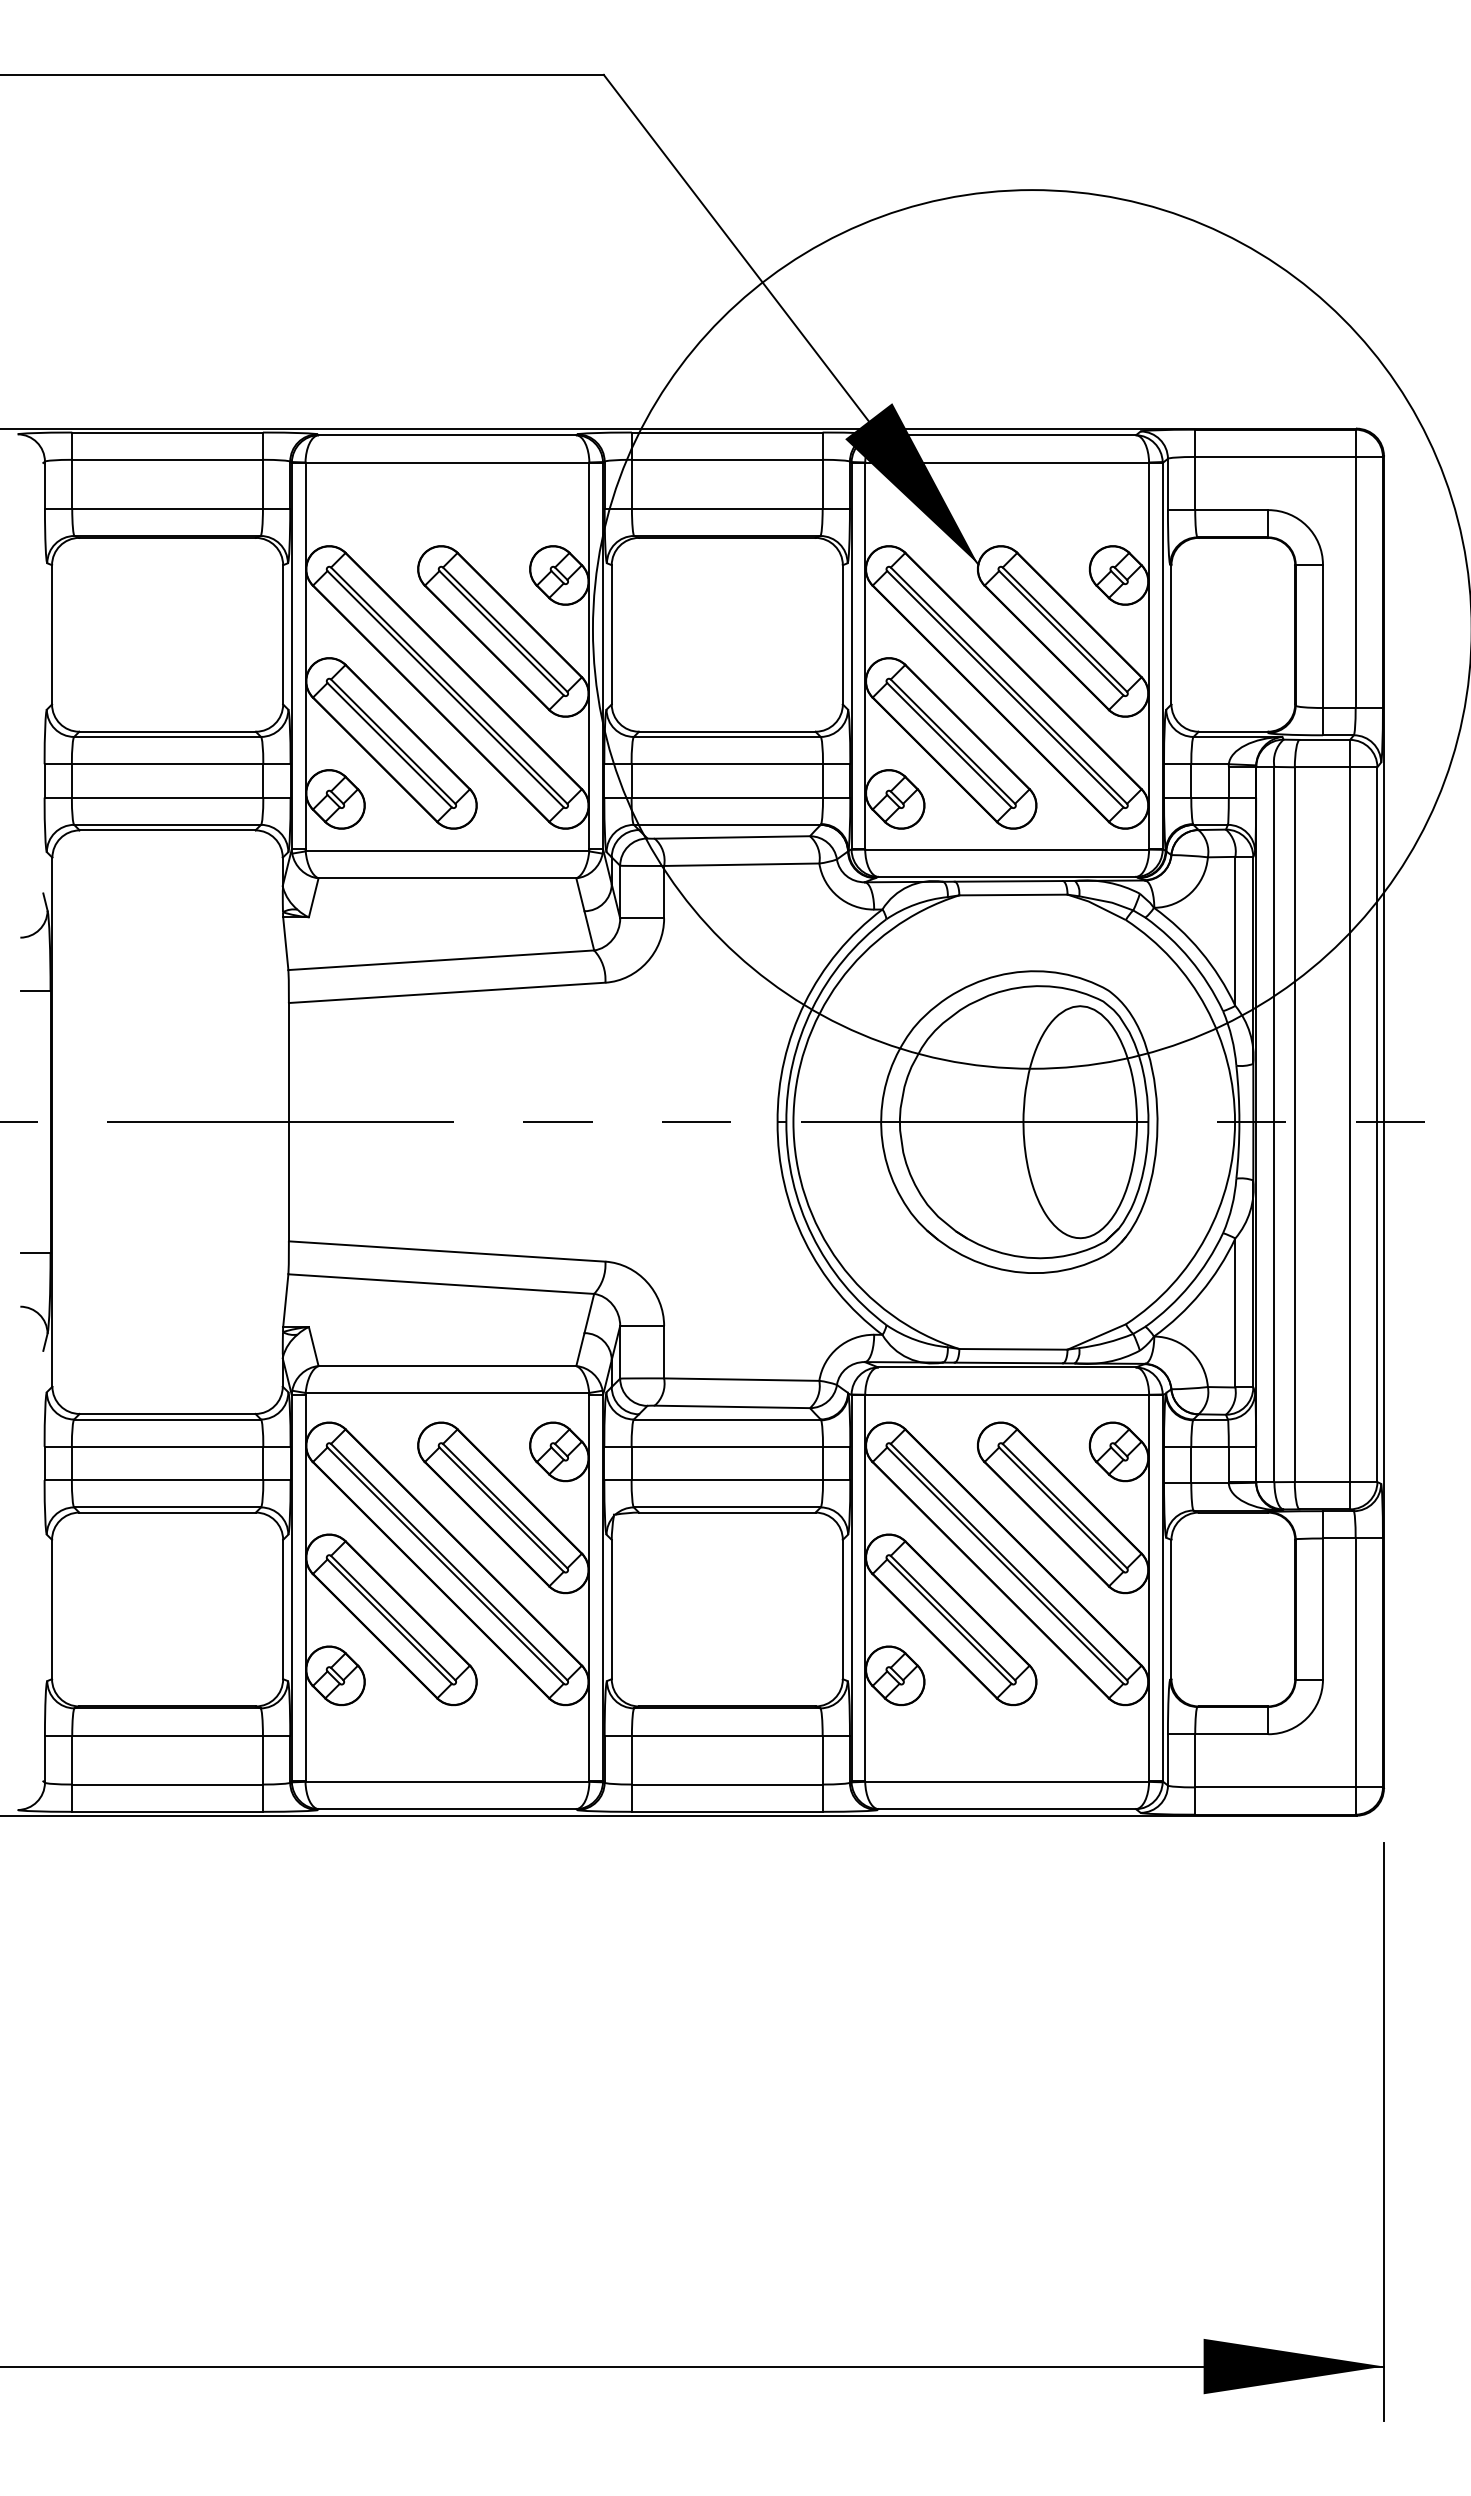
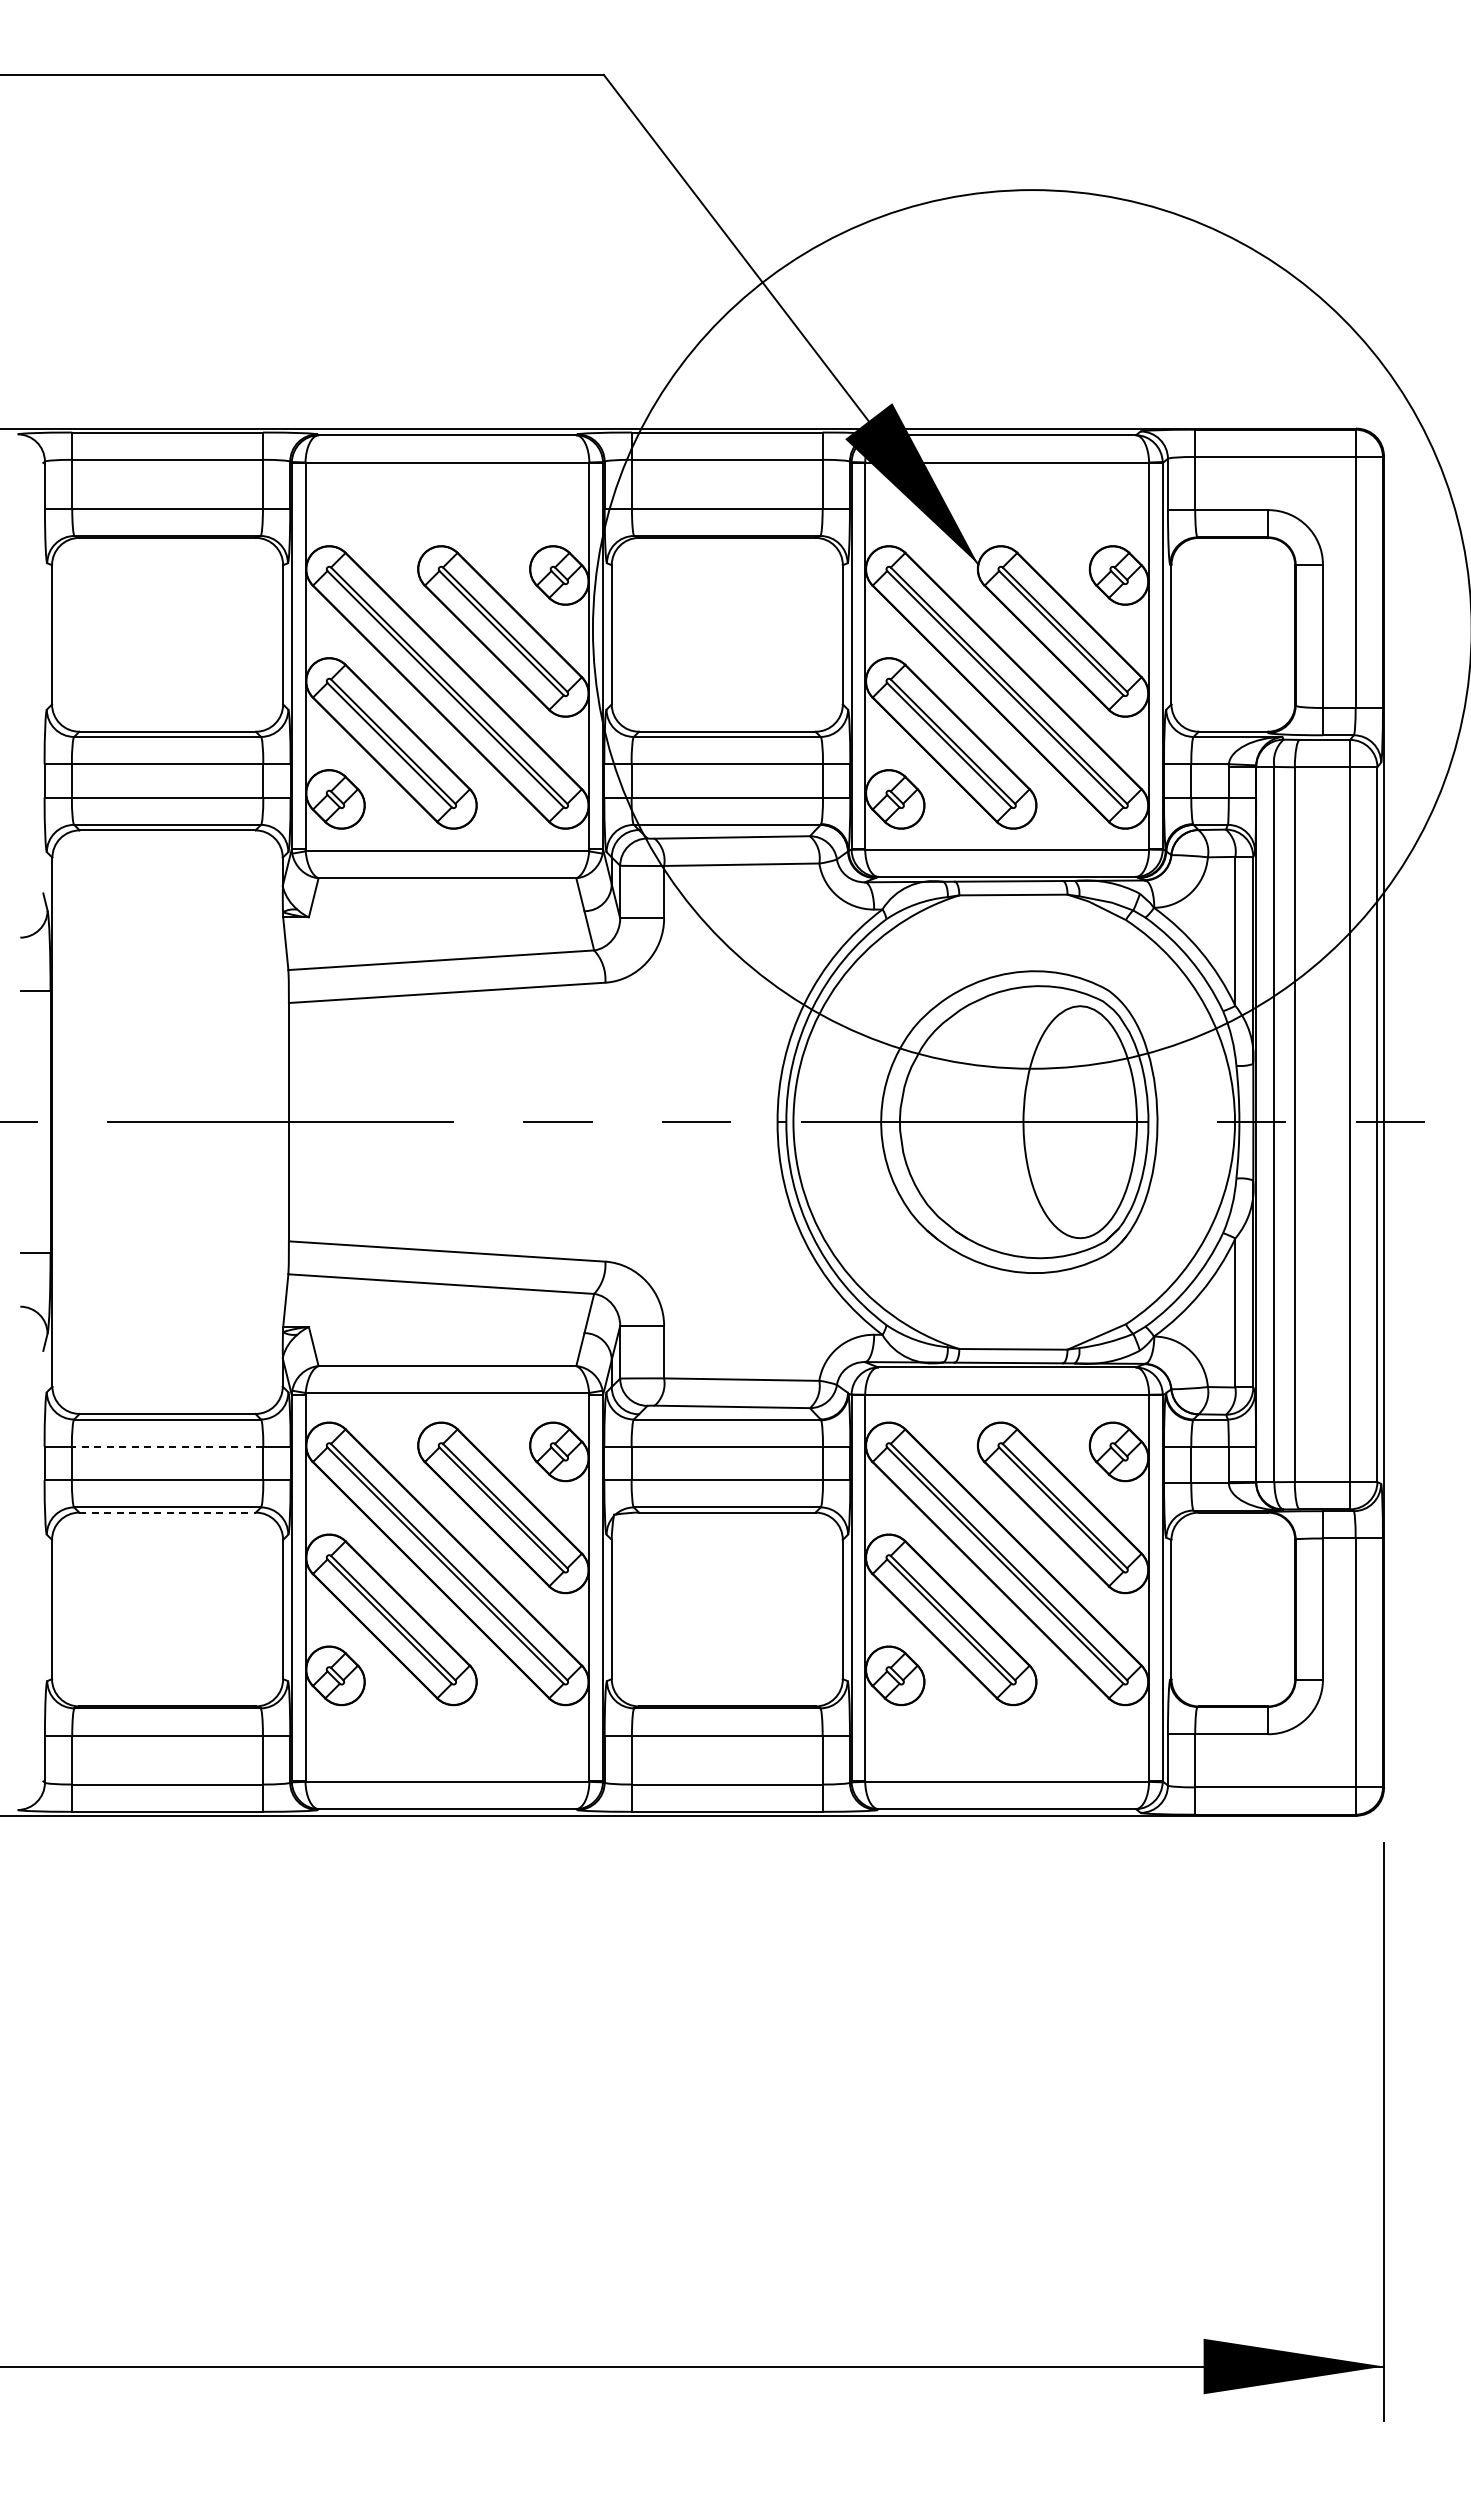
line at (167, 1446): solid -> dashed
line at (168, 1512): solid -> dashed
